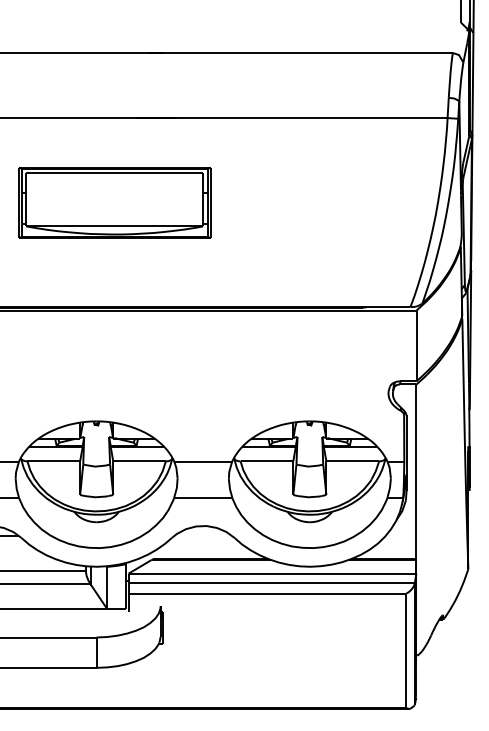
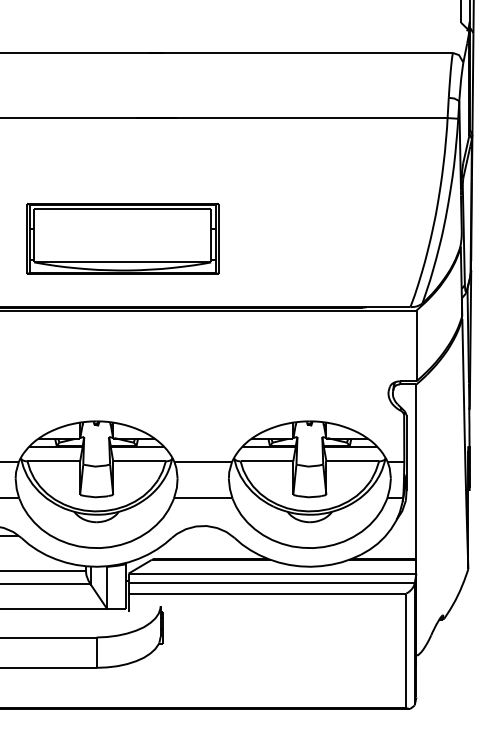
part at (114, 202) position: (114, 202) -> (122, 238)
